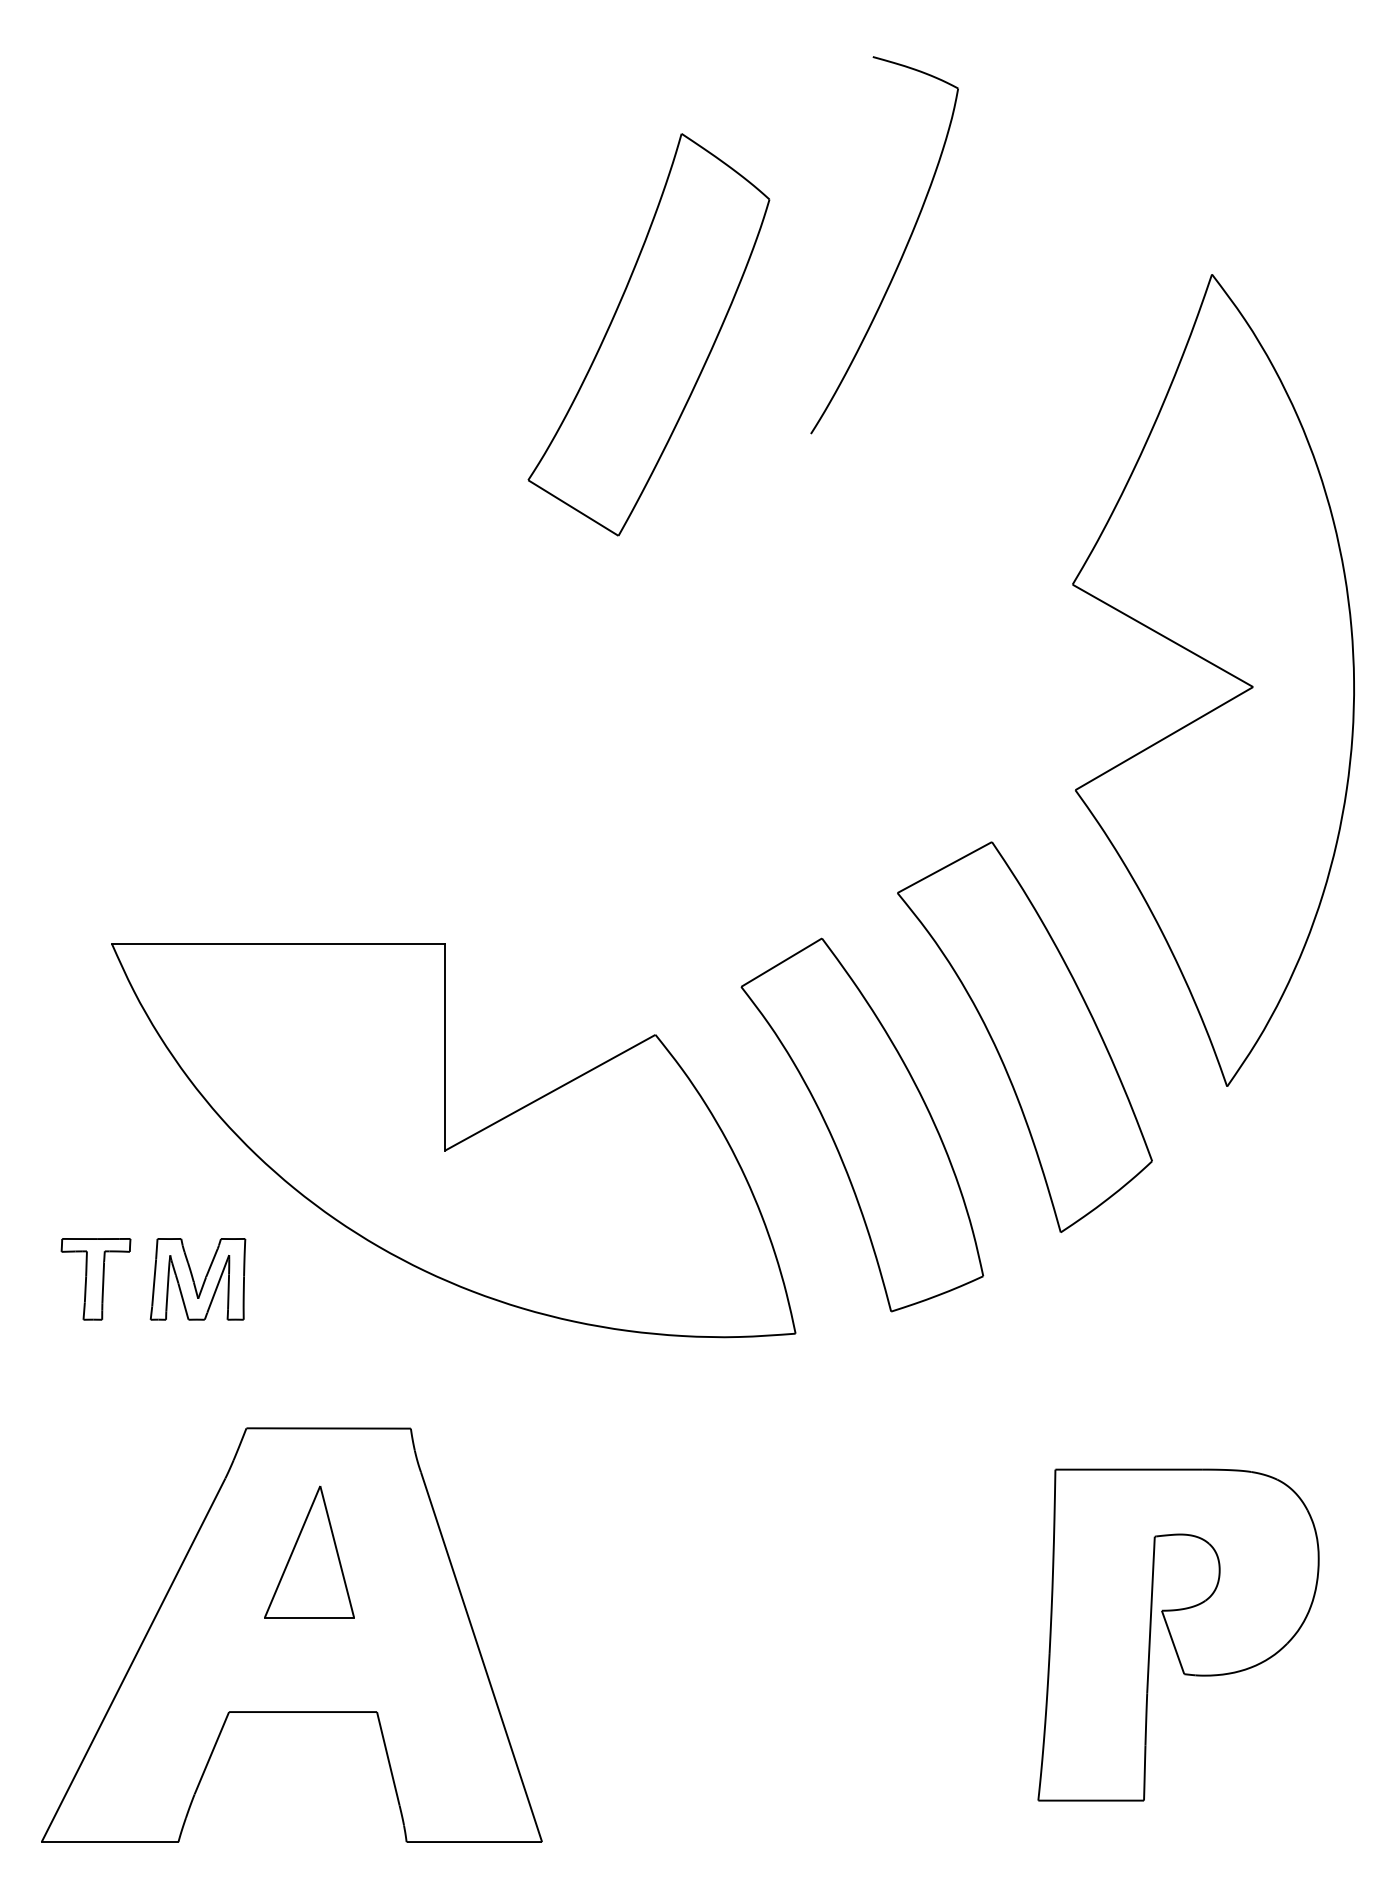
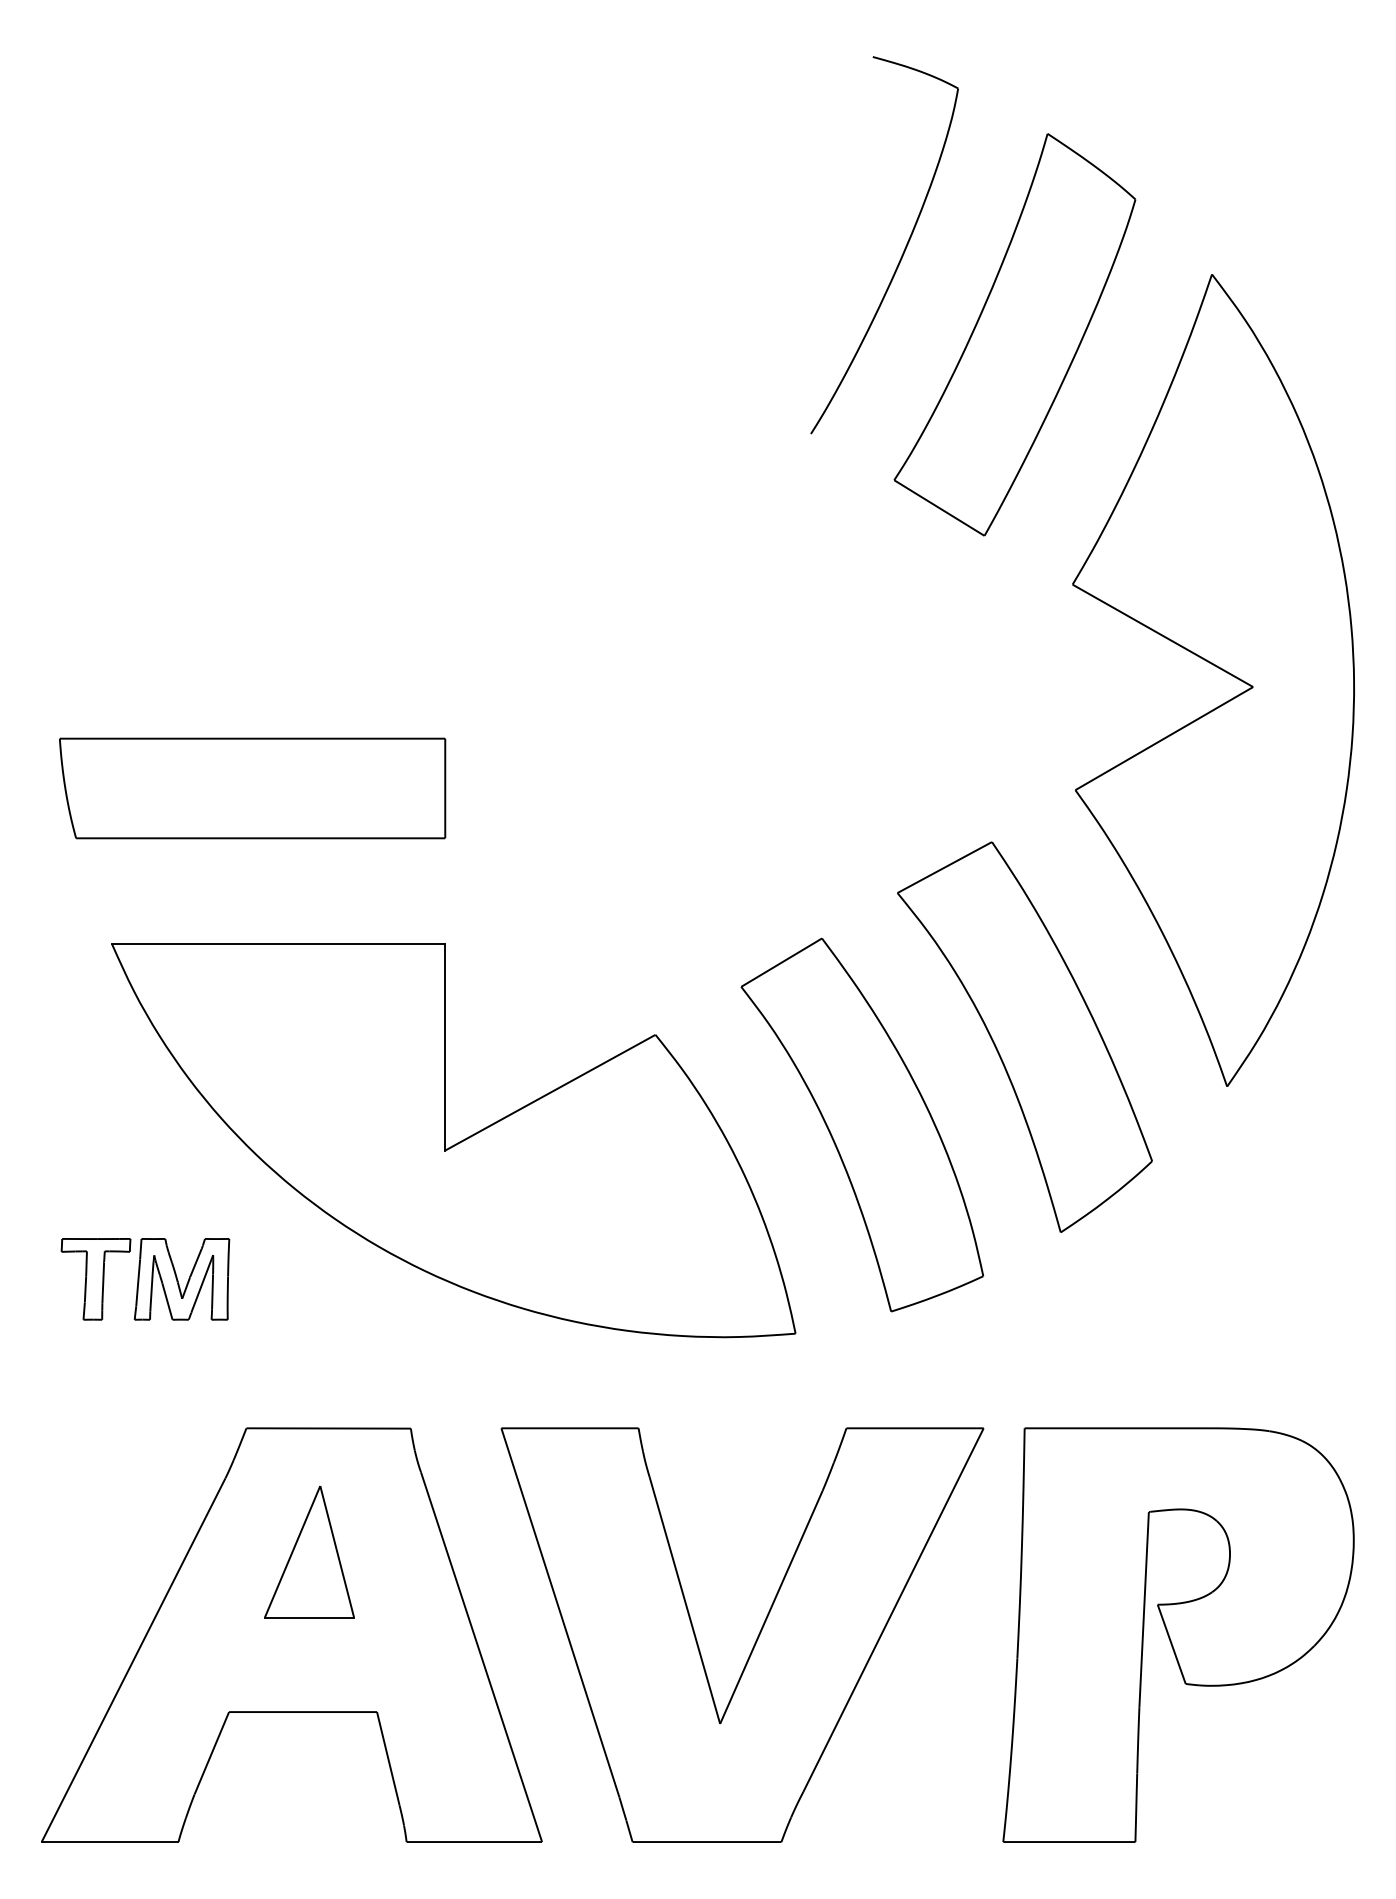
part at (648, 334) position: (648, 334) -> (1014, 334)
part at (252, 788): none -> present
part at (197, 1279) position: (197, 1279) -> (181, 1279)
part at (1178, 1634) size: 283x334 px -> 353x416 px
part at (755, 1640): none -> present
